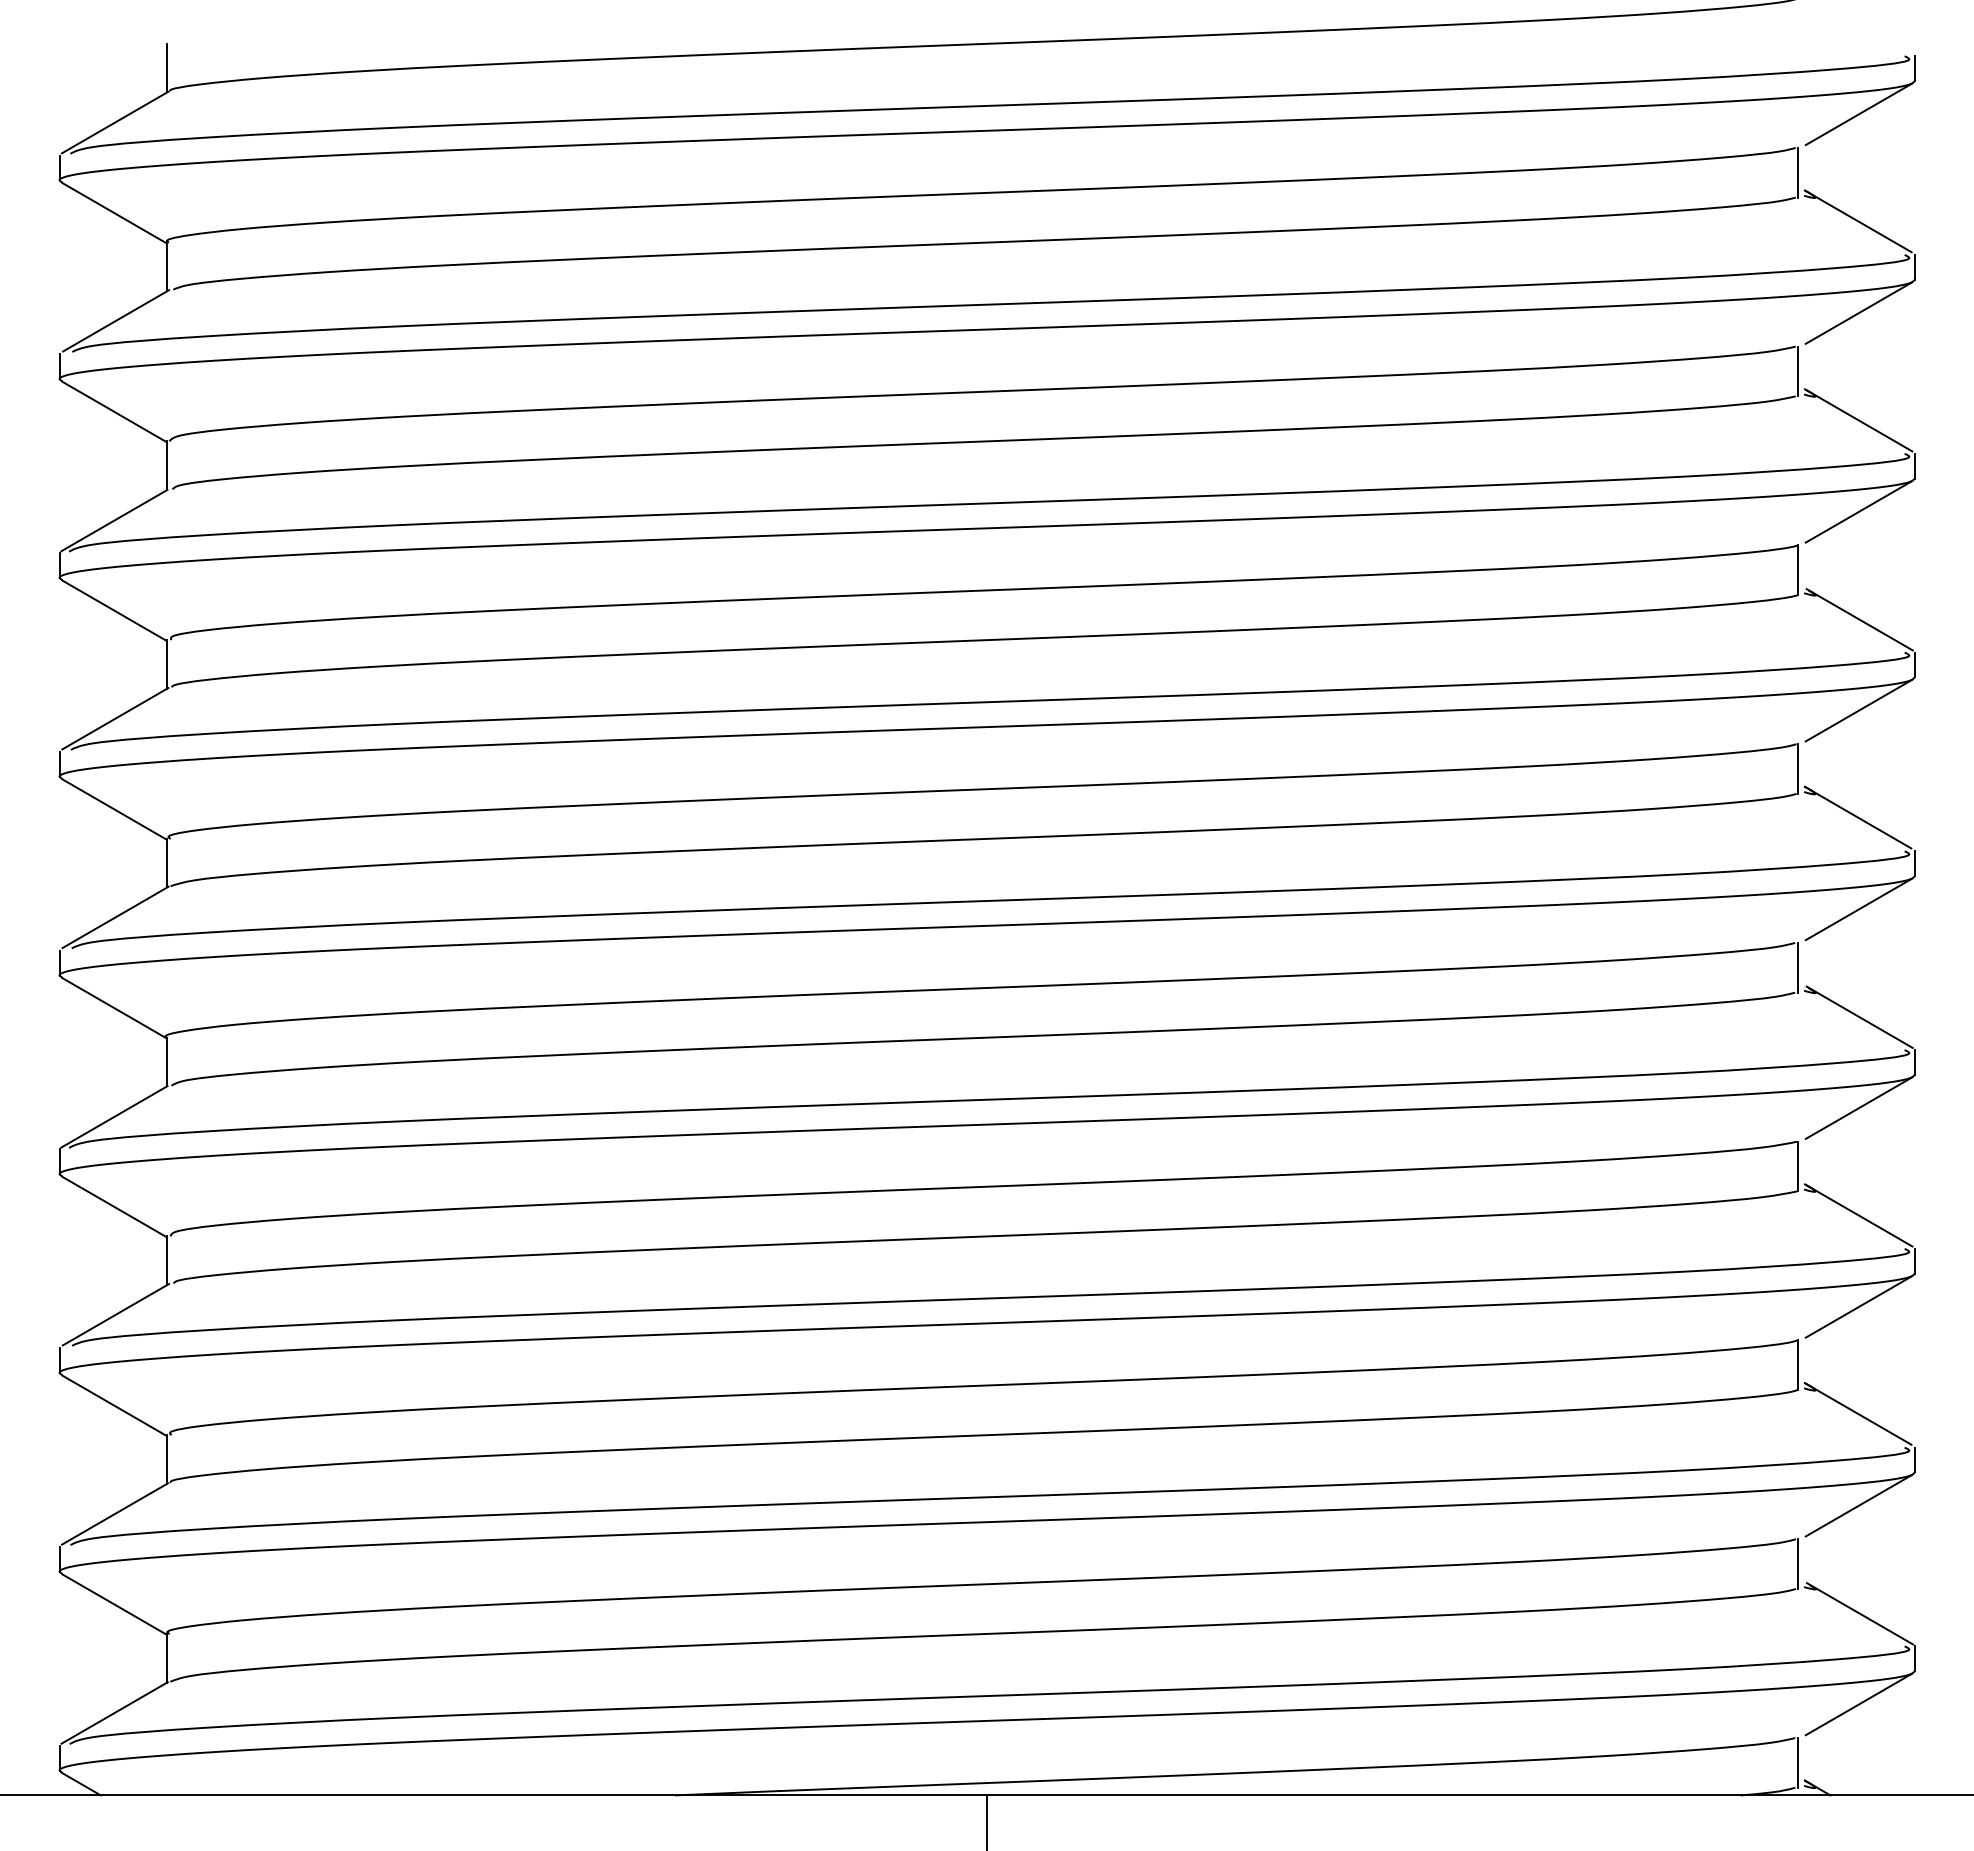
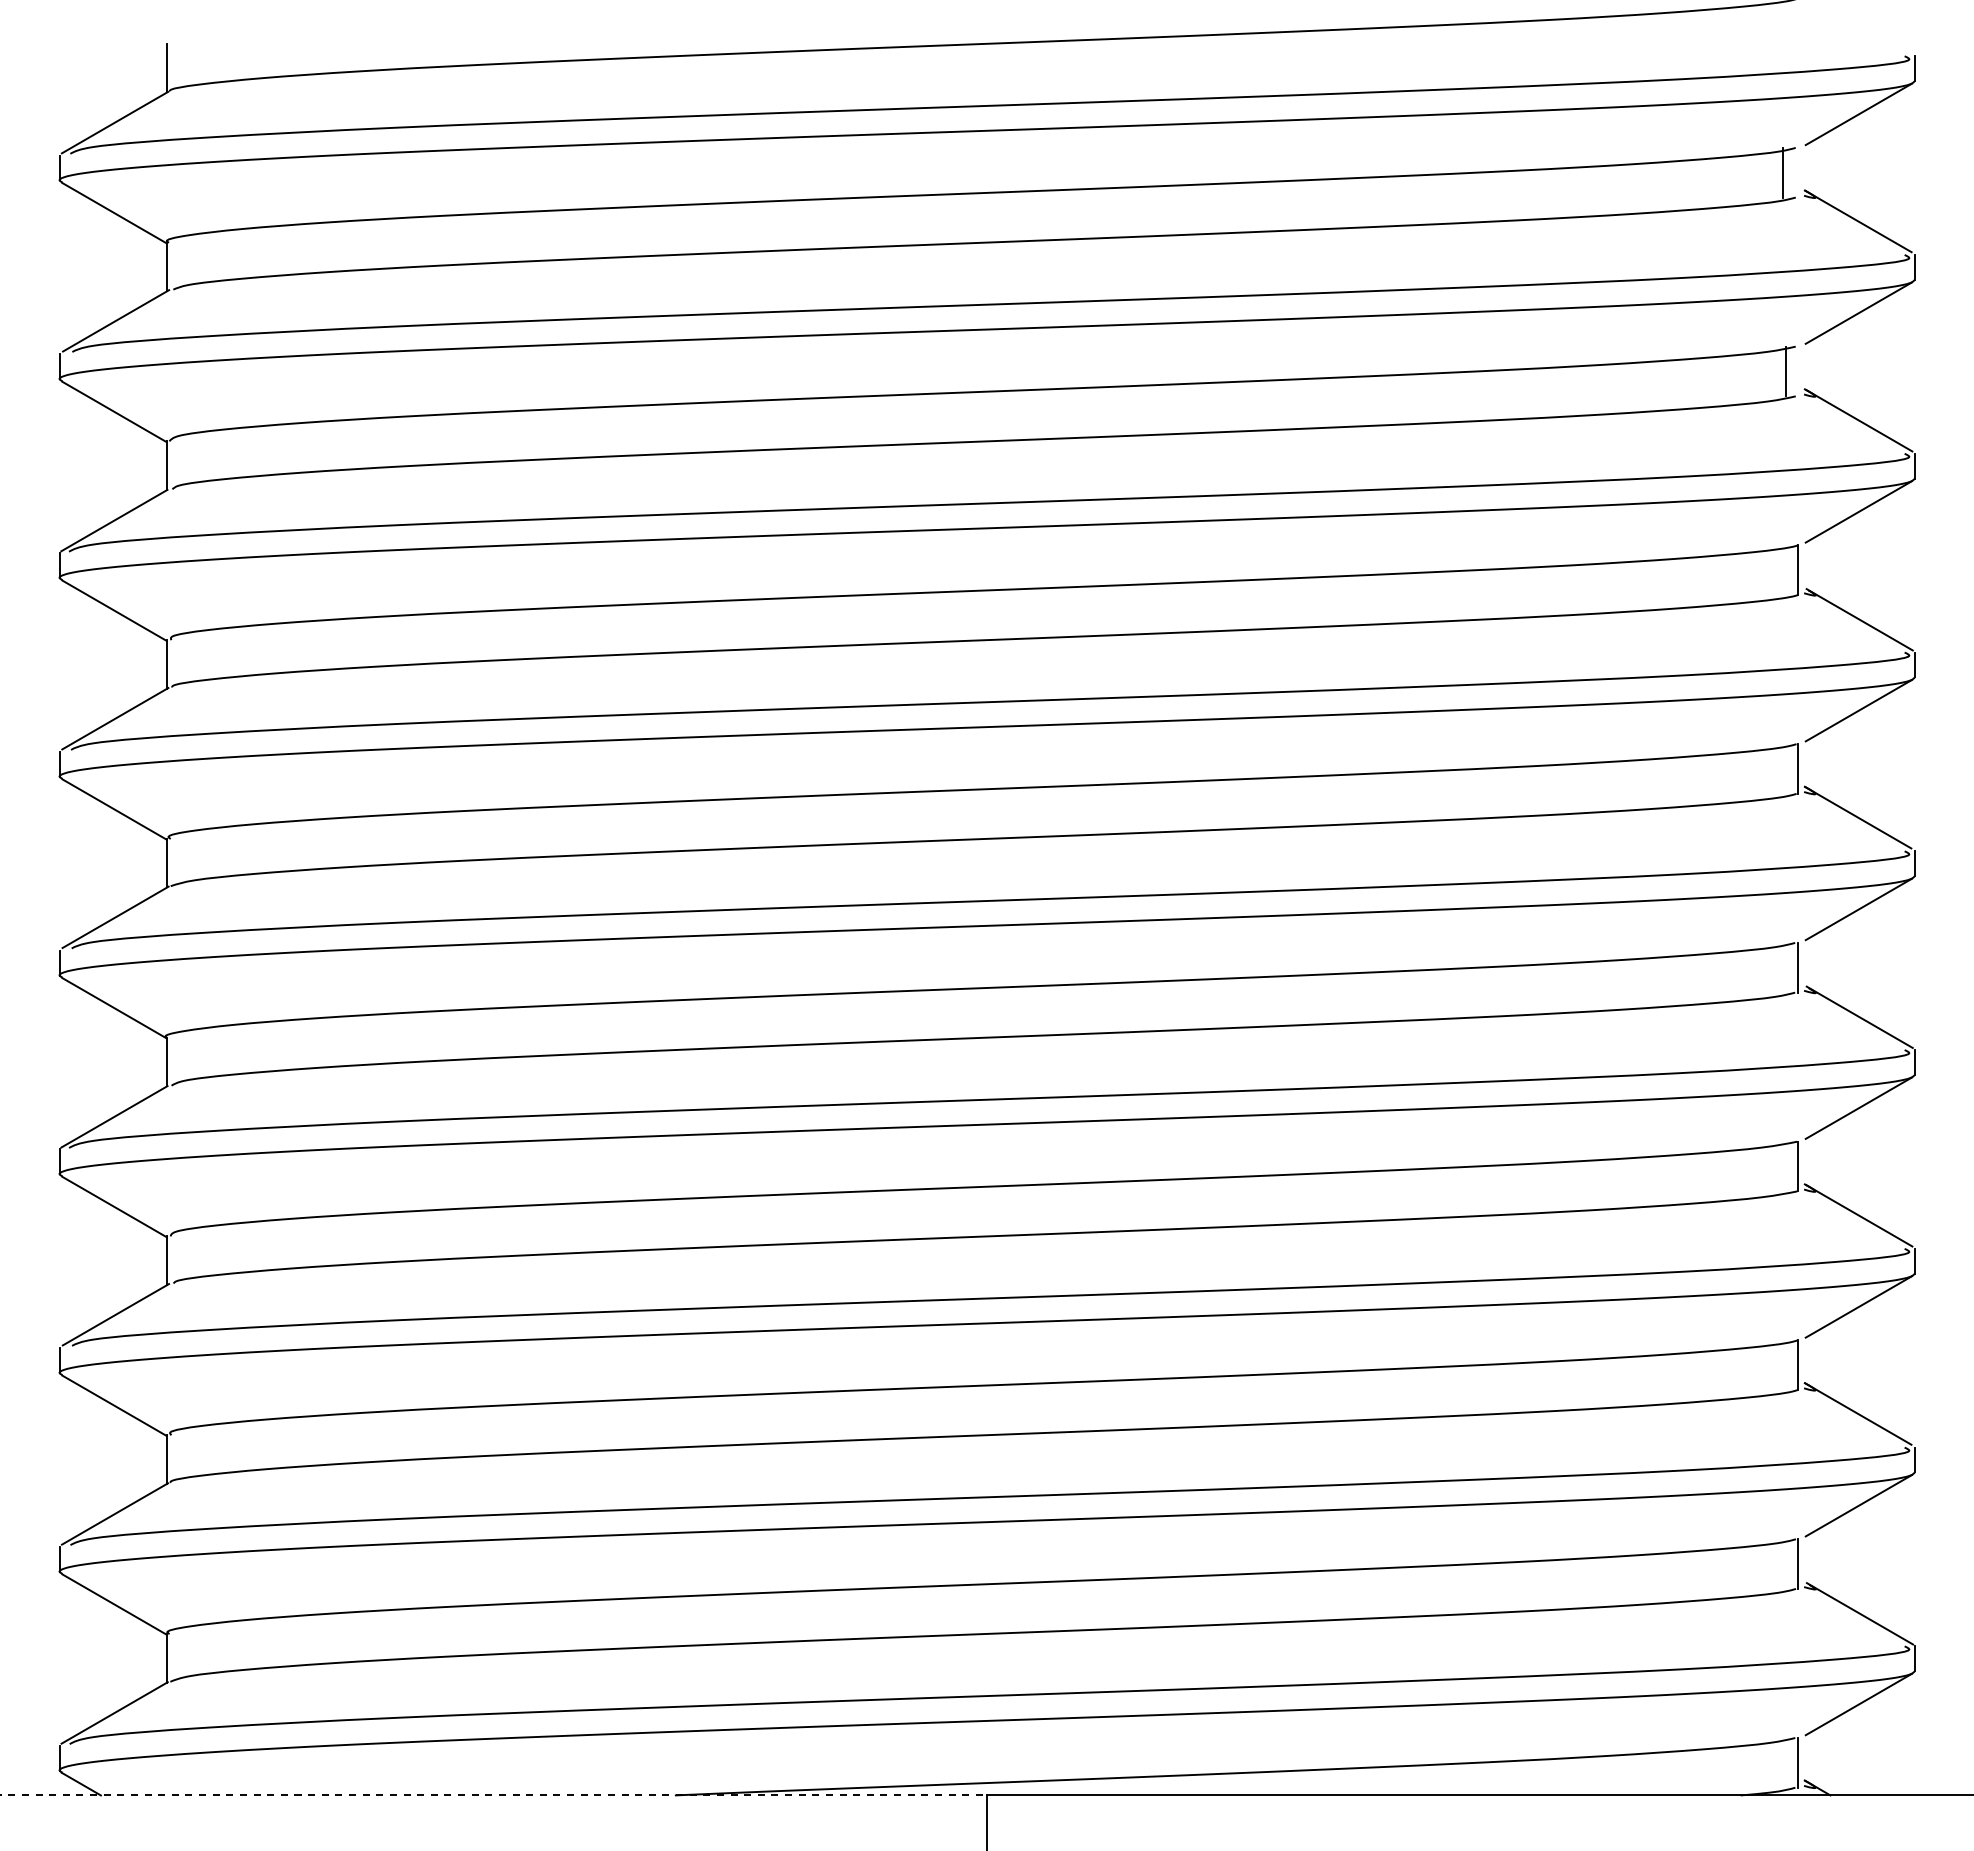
line at (1798, 172) position: (1798, 172) -> (1783, 172)
line at (1798, 371) position: (1798, 371) -> (1786, 371)
line at (494, 1795): solid -> dashed
